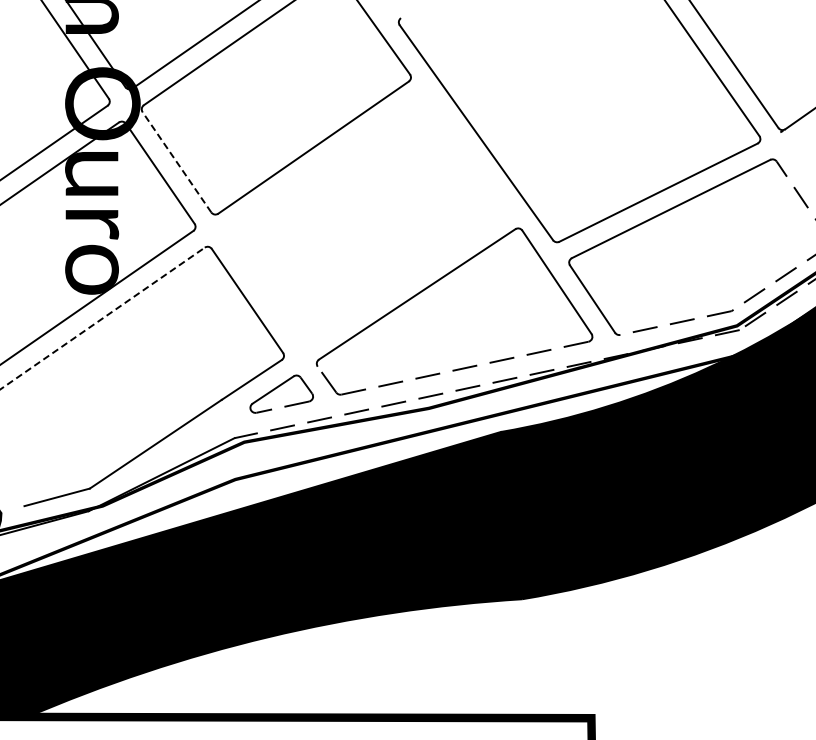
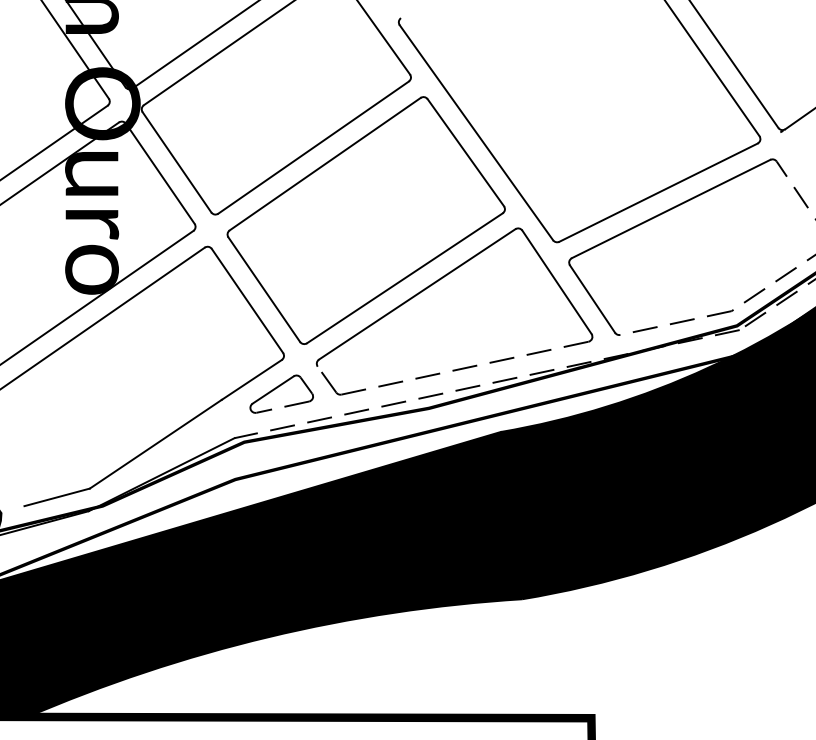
line at (176, 162): dashed -> solid
part at (365, 220): none -> present
line at (103, 318): dashed -> solid
